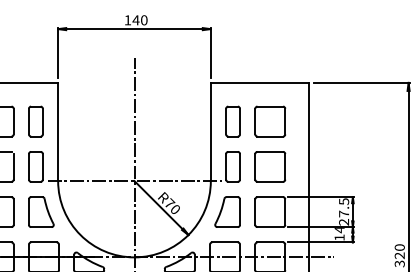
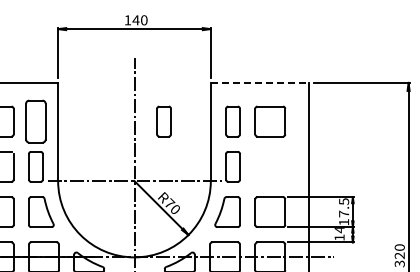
line at (260, 82): solid -> dashed
part at (35, 121) size: 16x33 px -> 22x45 px
part at (163, 121): none -> present
part at (270, 166): present -> none
text at (343, 222): 27.5 -> 17.5
